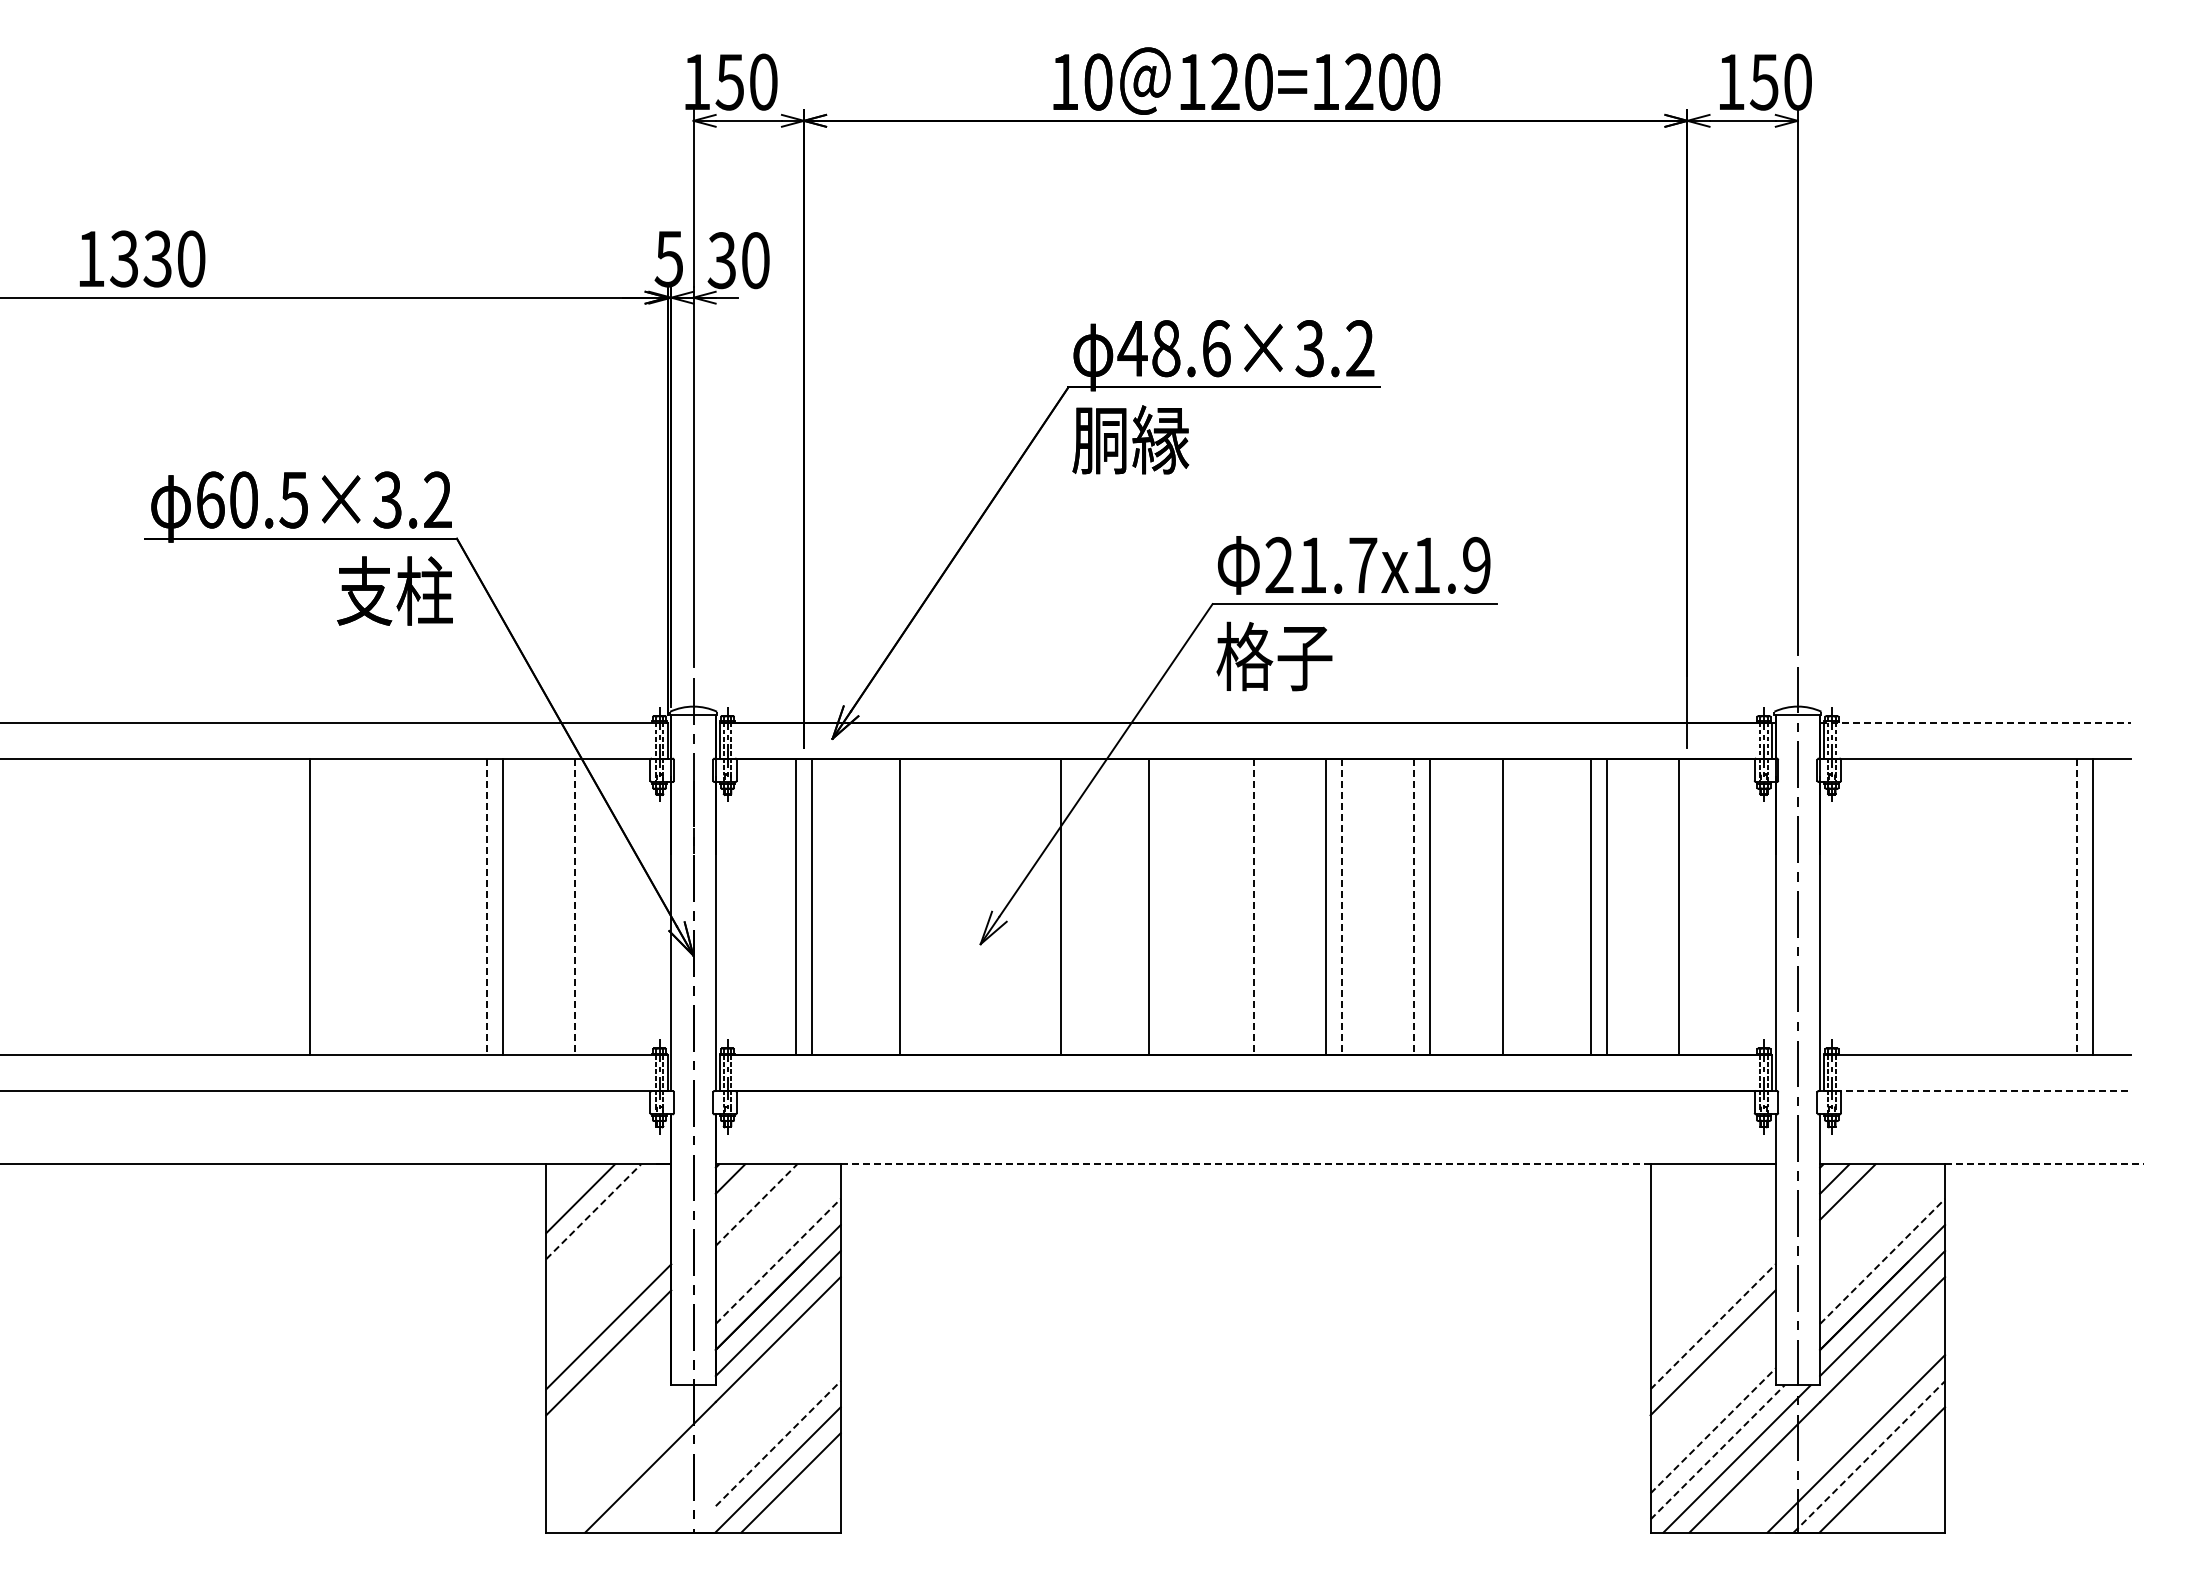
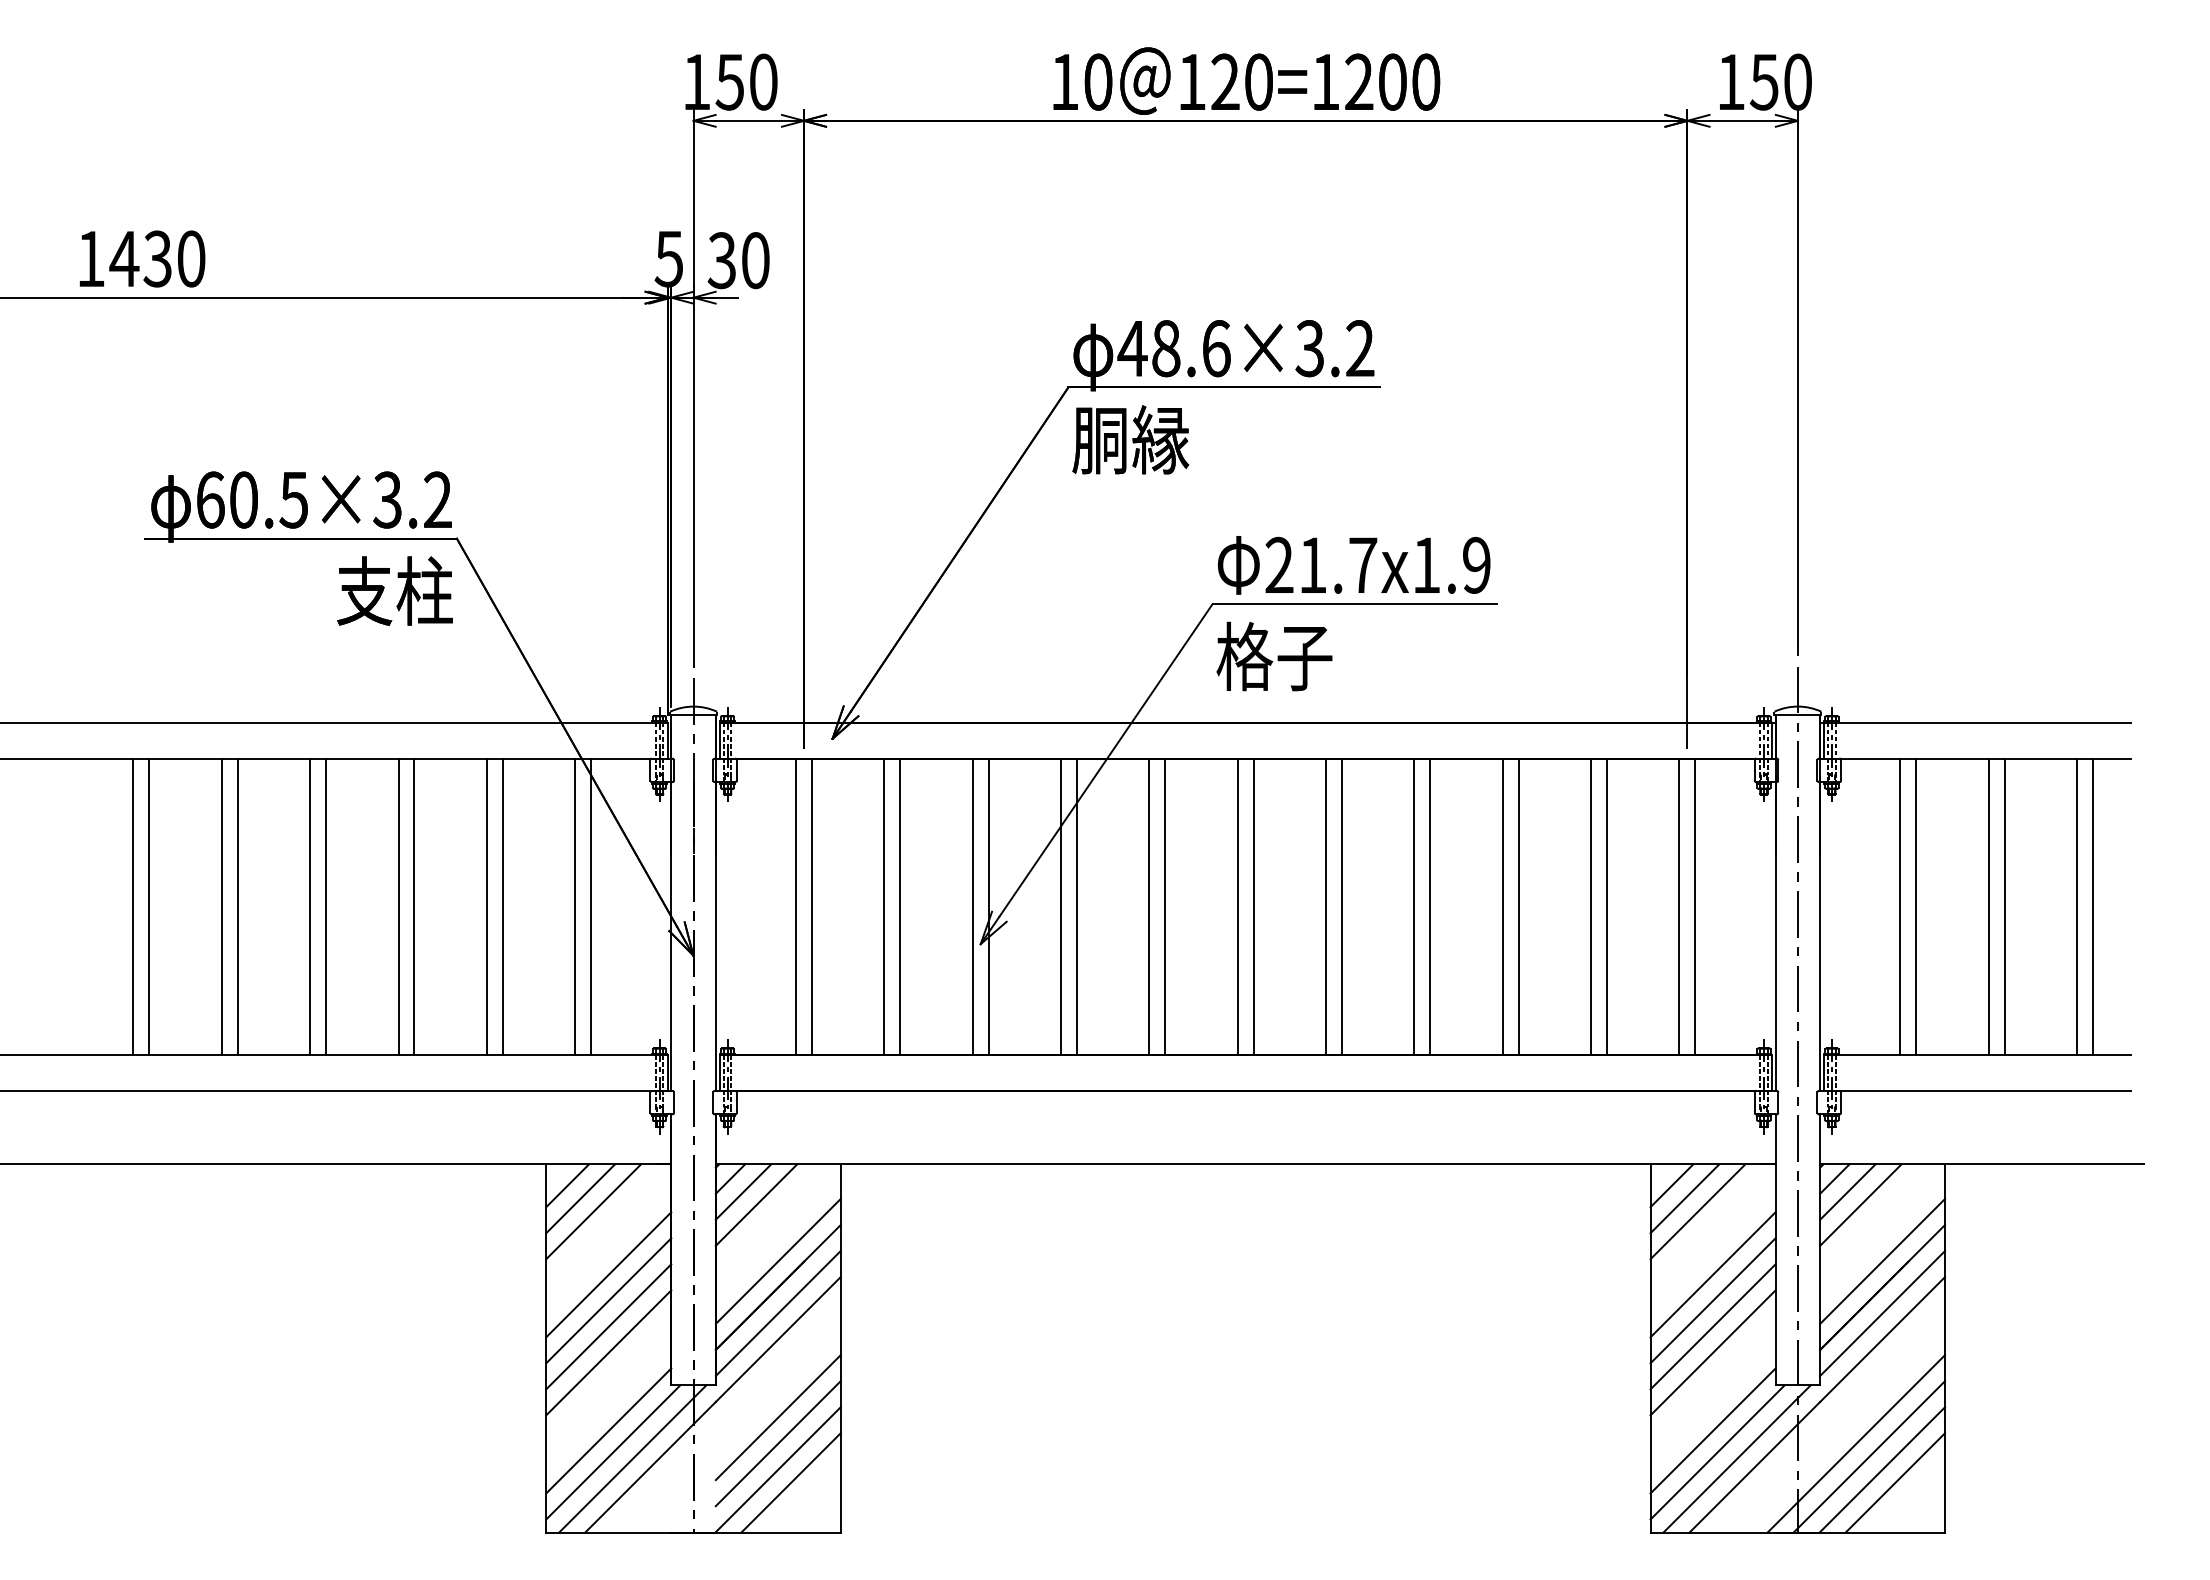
text at (124, 258): 1330 -> 1430
line at (1975, 722): dashed -> solid
line at (133, 906): none -> present
line at (149, 906): none -> present
line at (221, 906): none -> present
line at (237, 906): none -> present
line at (326, 906): none -> present
line at (398, 906): none -> present
line at (414, 906): none -> present
line at (591, 906): none -> present
line at (884, 906): none -> present
line at (972, 906): none -> present
line at (988, 906): none -> present
line at (1077, 906): none -> present
line at (1165, 906): none -> present
line at (1237, 906): none -> present
line at (1518, 906): none -> present
line at (1695, 906): none -> present
line at (1900, 906): none -> present
line at (1916, 906): none -> present
line at (1988, 906): none -> present
line at (2004, 906): none -> present
line at (486, 907): dashed -> solid
line at (575, 907): dashed -> solid
line at (1253, 907): dashed -> solid
line at (1342, 907): dashed -> solid
line at (1414, 907): dashed -> solid
line at (2077, 907): dashed -> solid
line at (1977, 1090): dashed -> solid
line at (1246, 1164): dashed -> solid
line at (2044, 1164): dashed -> solid
line at (567, 1185): none -> present
line at (1671, 1185): none -> present
line at (743, 1191): none -> present
line at (1684, 1198): none -> present
line at (756, 1204): dashed -> solid
line at (1860, 1204): none -> present
line at (593, 1211): dashed -> solid
line at (1697, 1211): none -> present
line at (778, 1261): dashed -> solid
line at (1882, 1261): dashed -> solid
line at (608, 1274): none -> present
line at (1712, 1274): none -> present
line at (608, 1300): none -> present
line at (1712, 1300): none -> present
line at (1713, 1326): dashed -> solid
line at (777, 1417): none -> present
line at (608, 1430): none -> present
line at (1713, 1430): dashed -> solid
line at (778, 1443): dashed -> solid
line at (613, 1452): none -> present
line at (1717, 1452): dashed -> solid
line at (1869, 1456): dashed -> solid
line at (632, 1458): none -> present
line at (1895, 1482): none -> present
